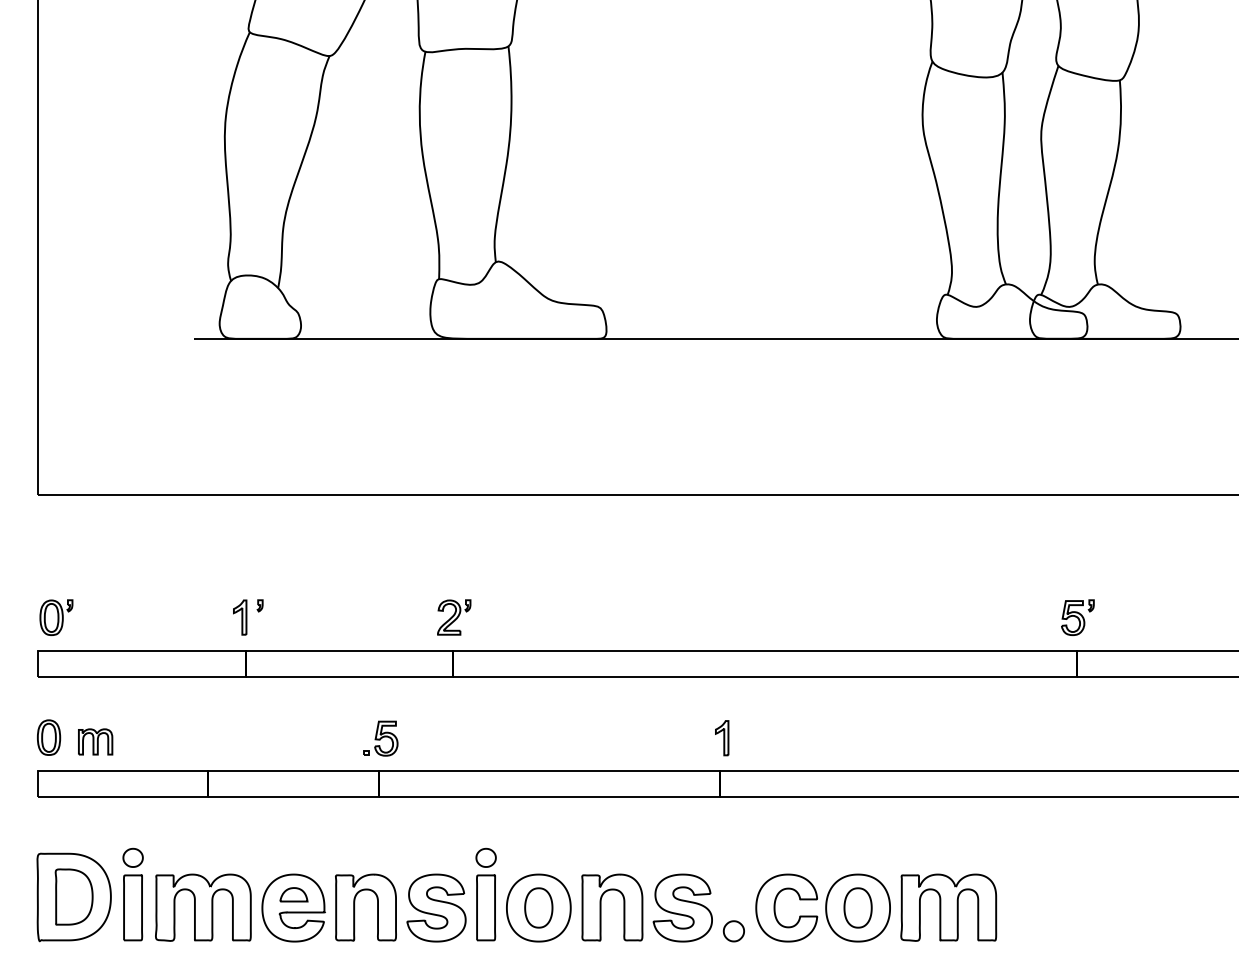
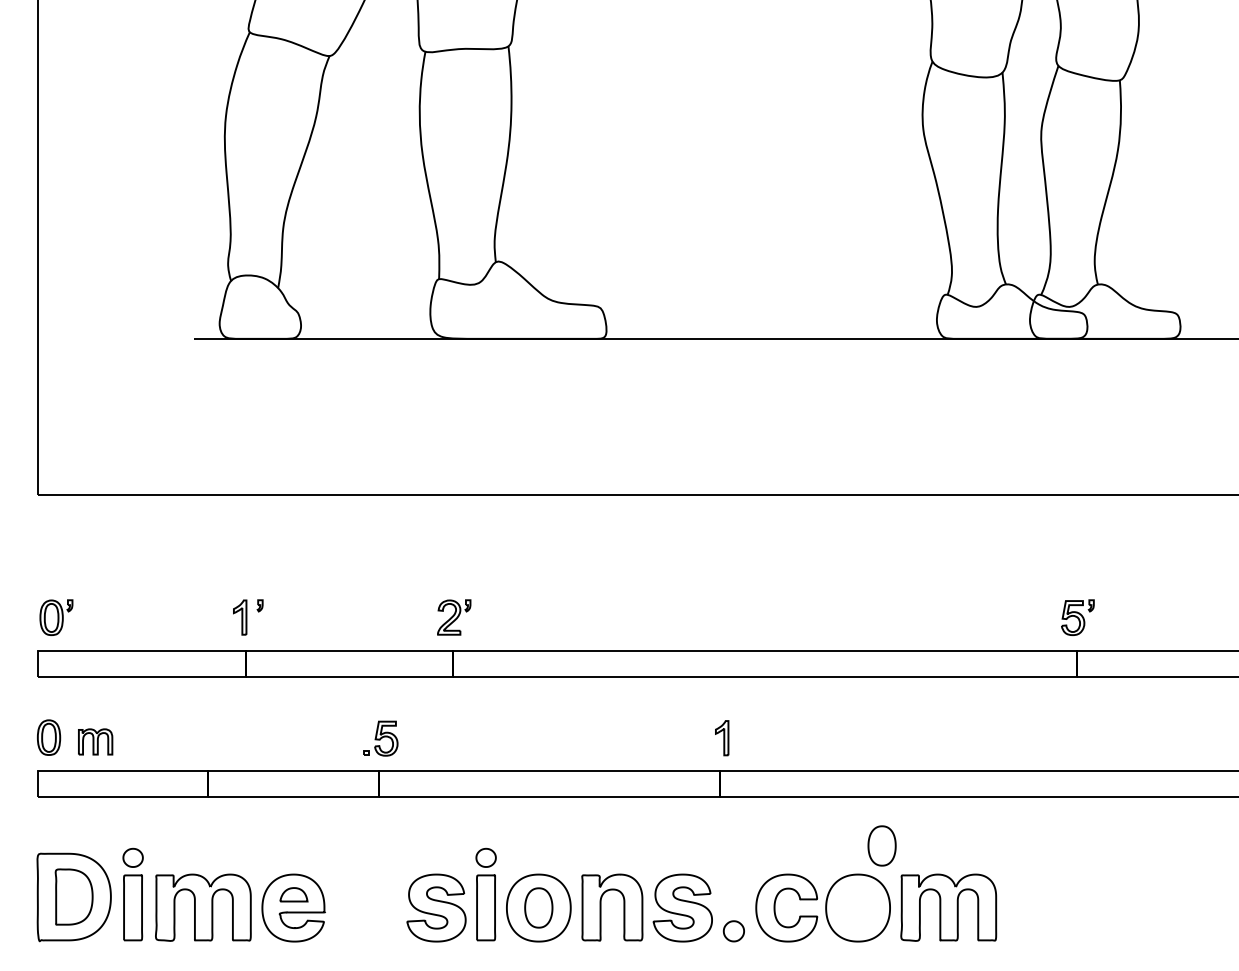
part at (355, 907): present -> none
part at (857, 907) position: (857, 907) -> (881, 845)
